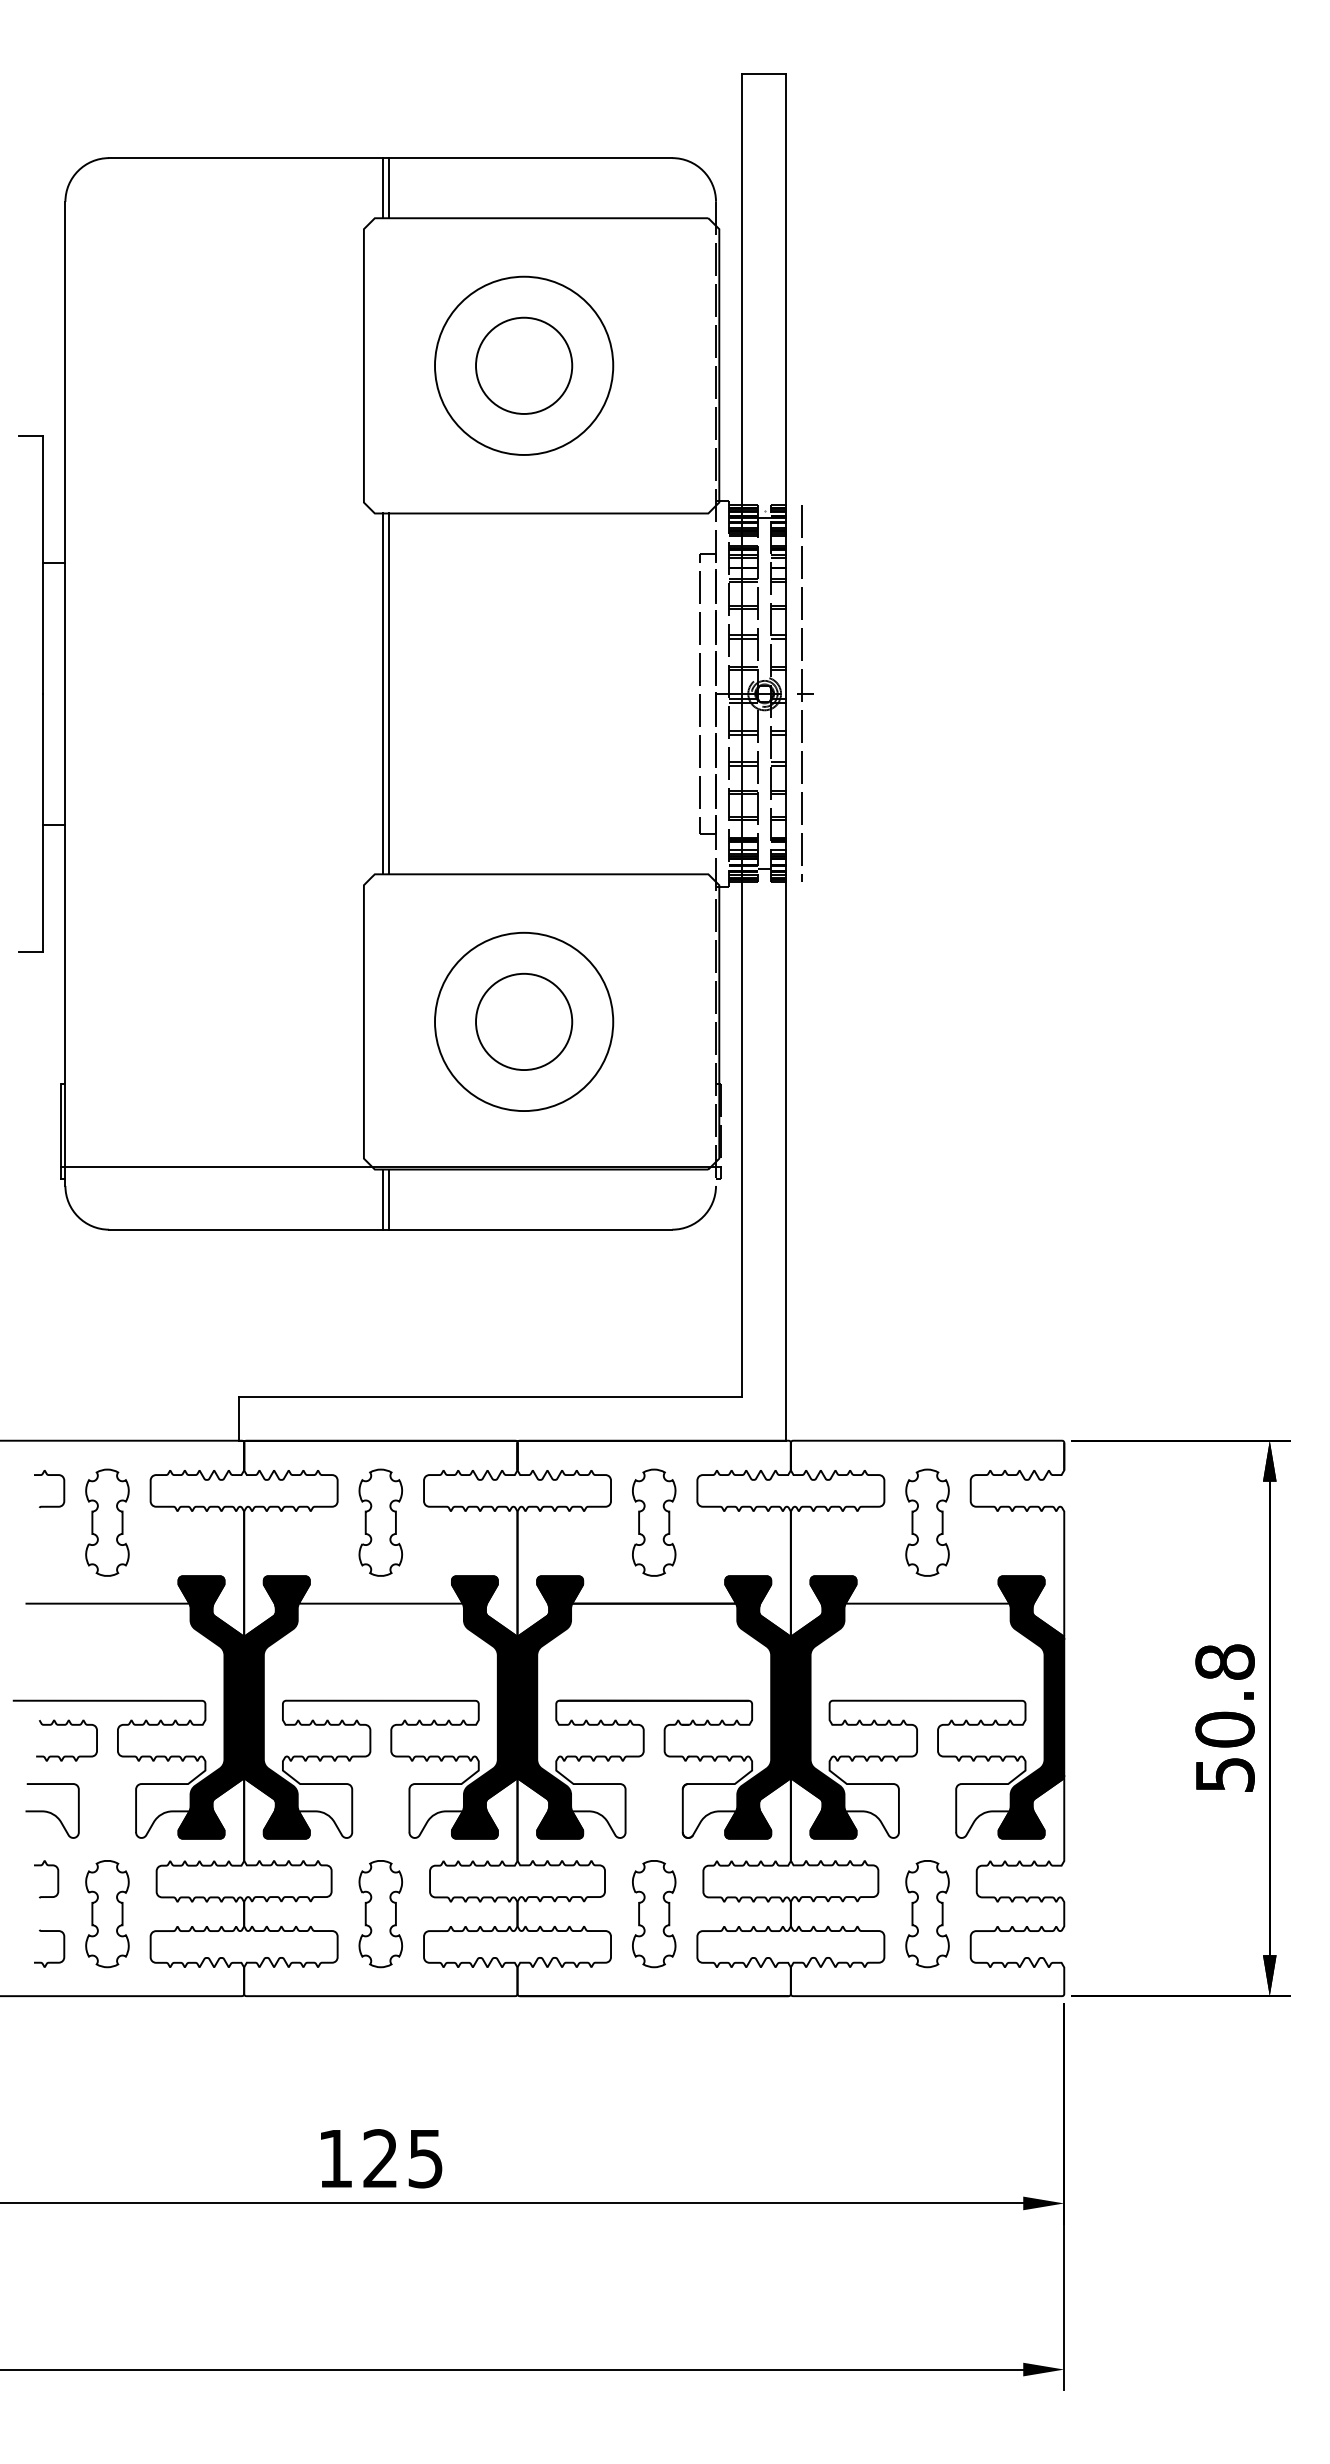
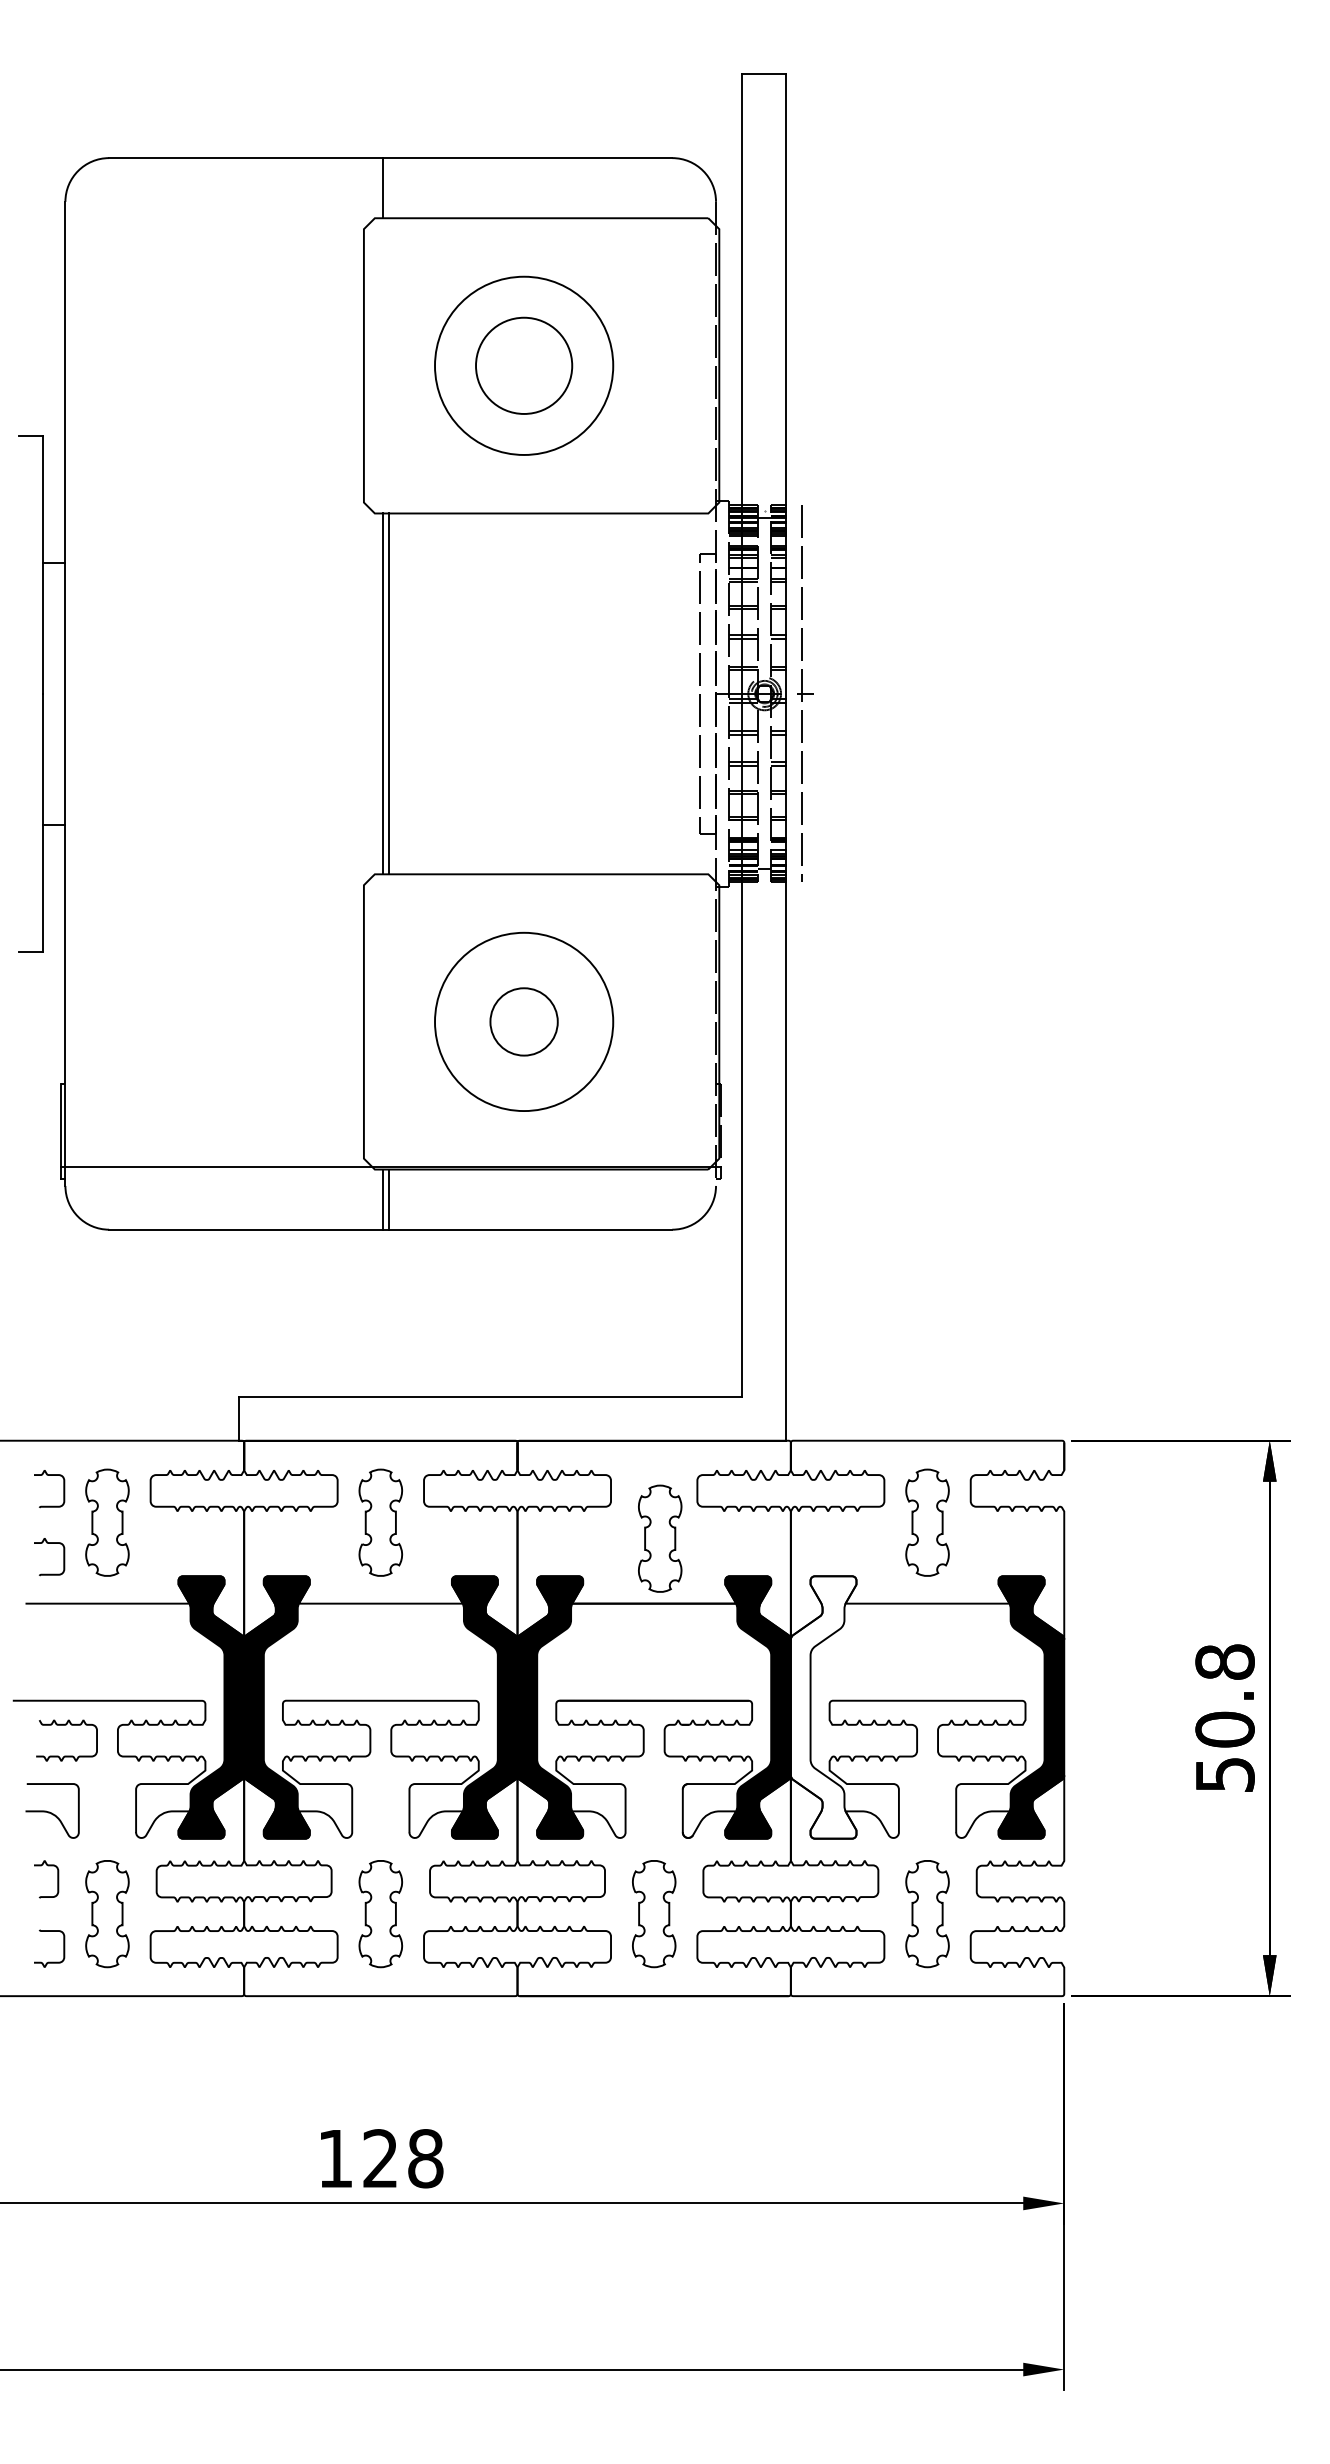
line at (389, 188): present -> none
circle at (524, 1021) diameter: 96 px -> 67 px
part at (654, 1522) position: (654, 1522) -> (660, 1538)
curve at (49, 1543): none -> present
fill at (823, 1707): present -> none
text at (425, 2158): 125 -> 128
